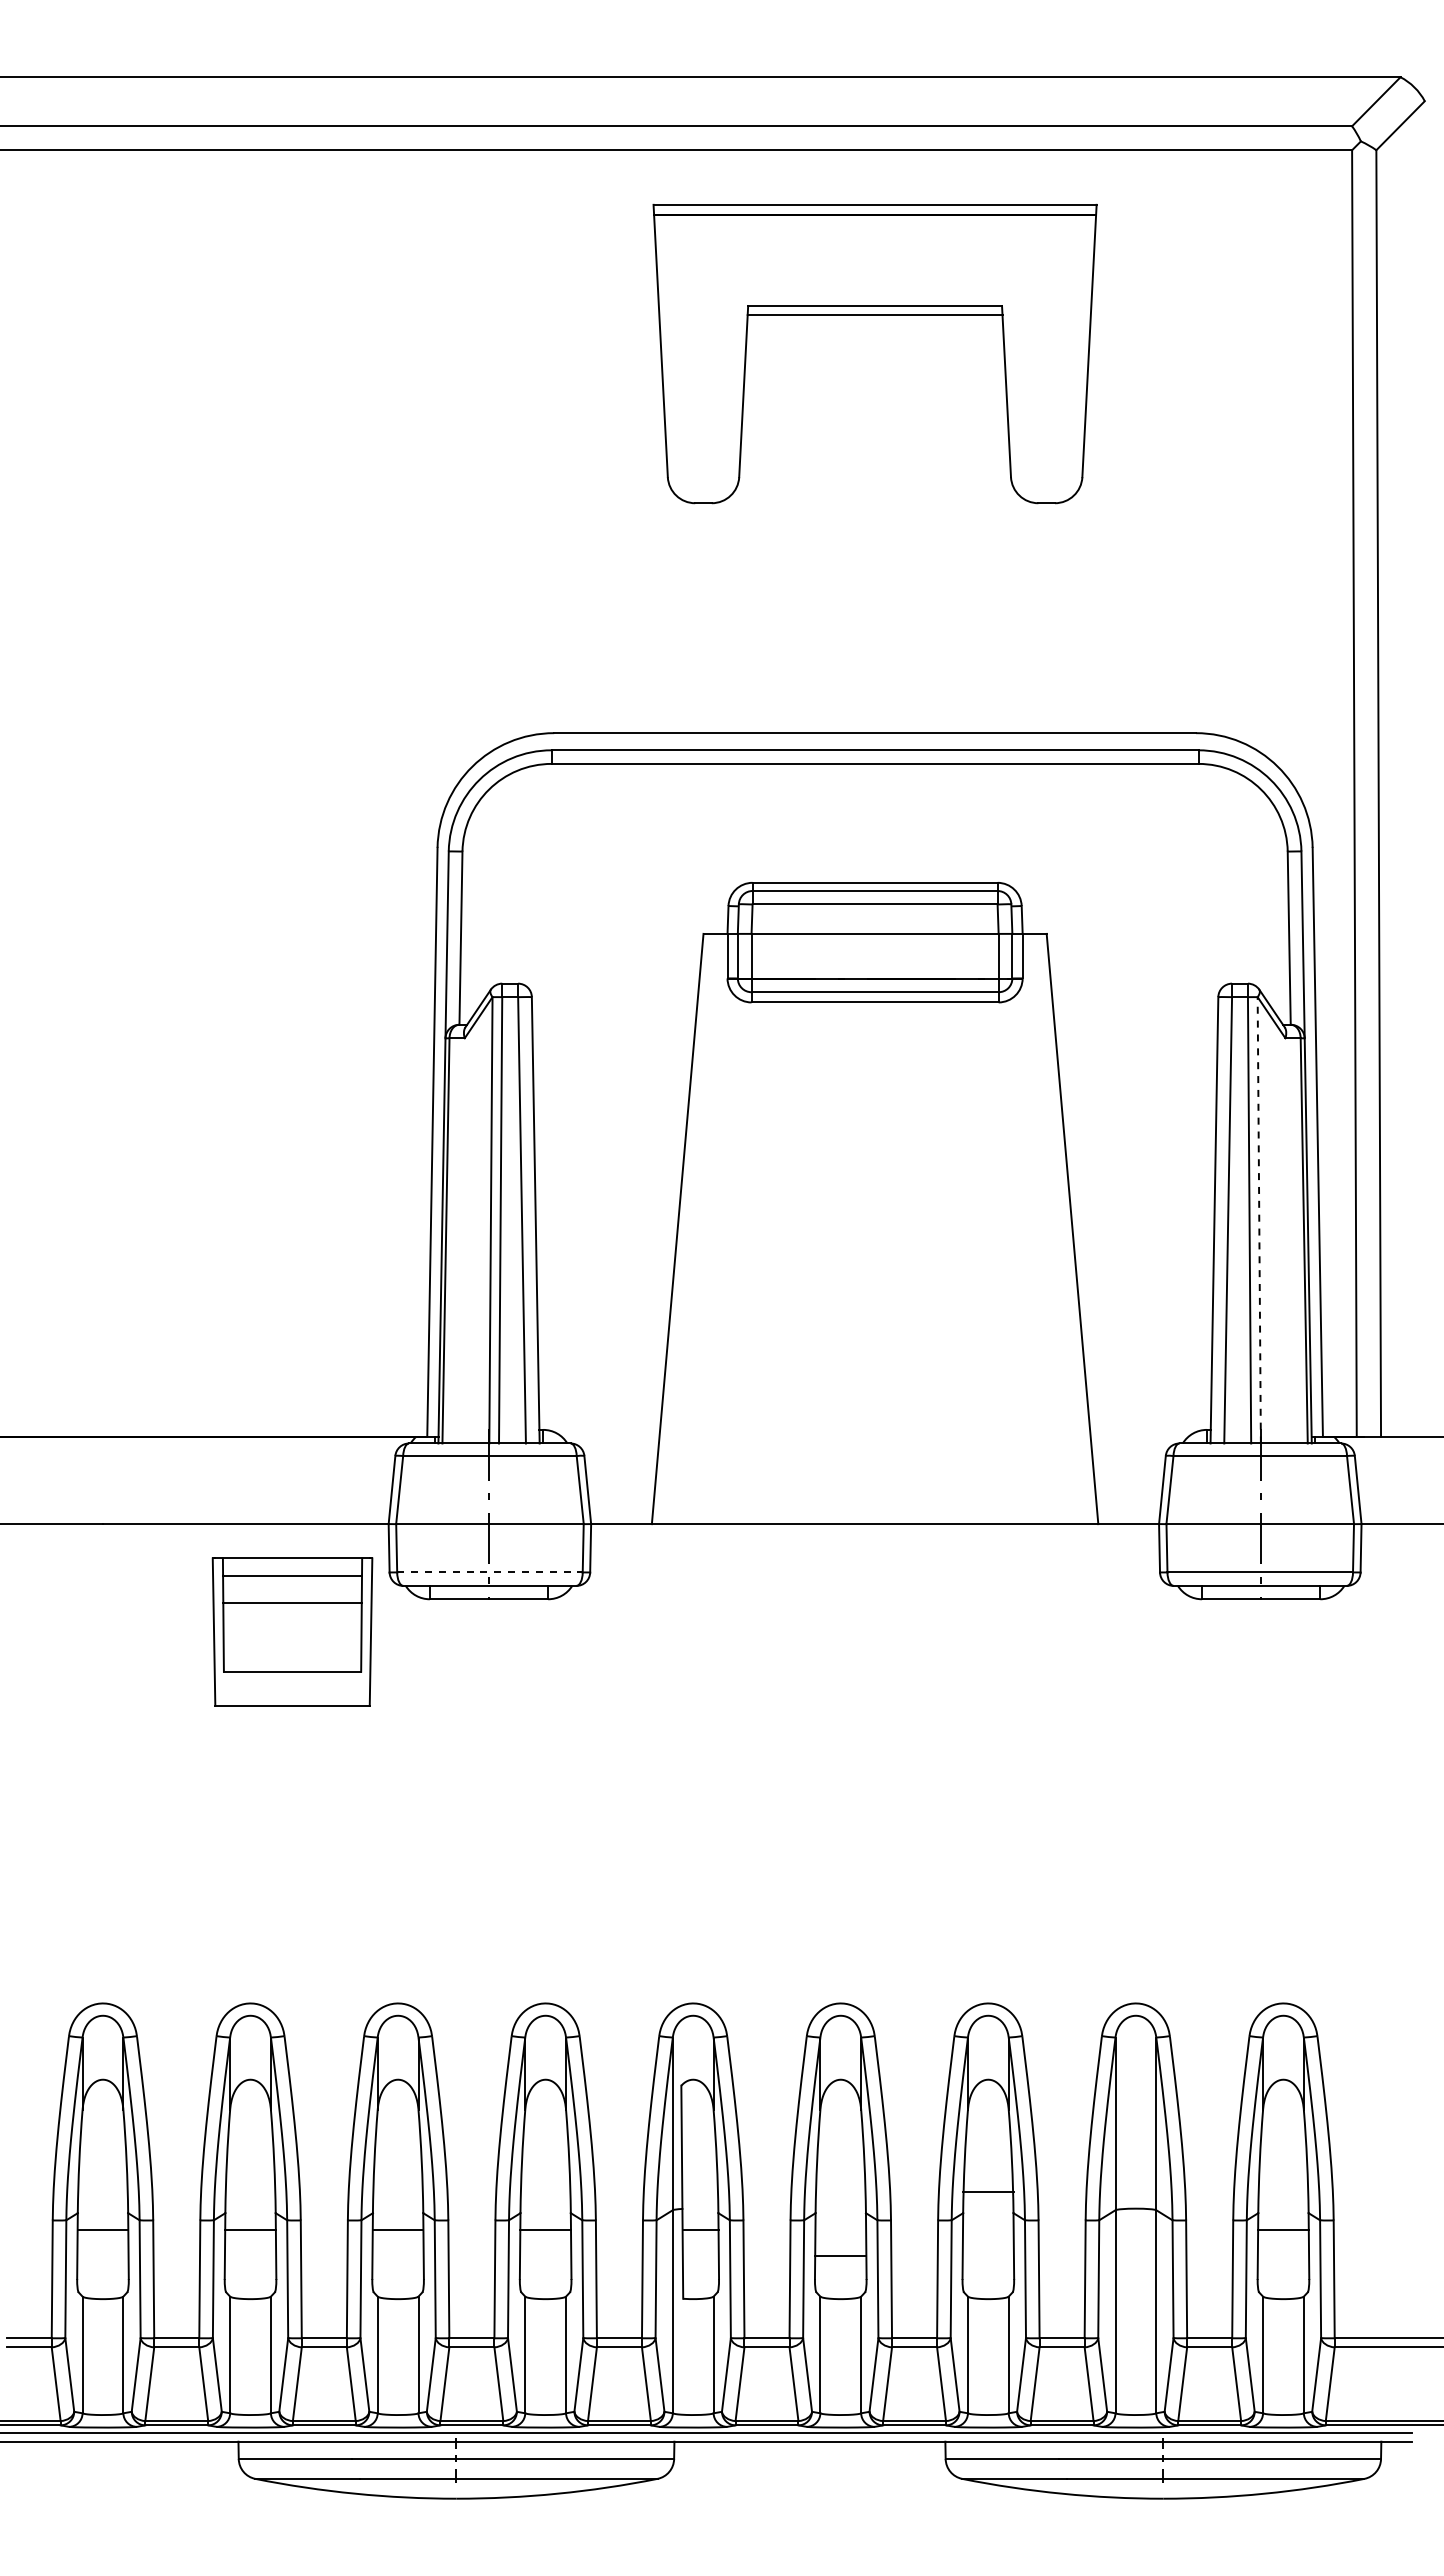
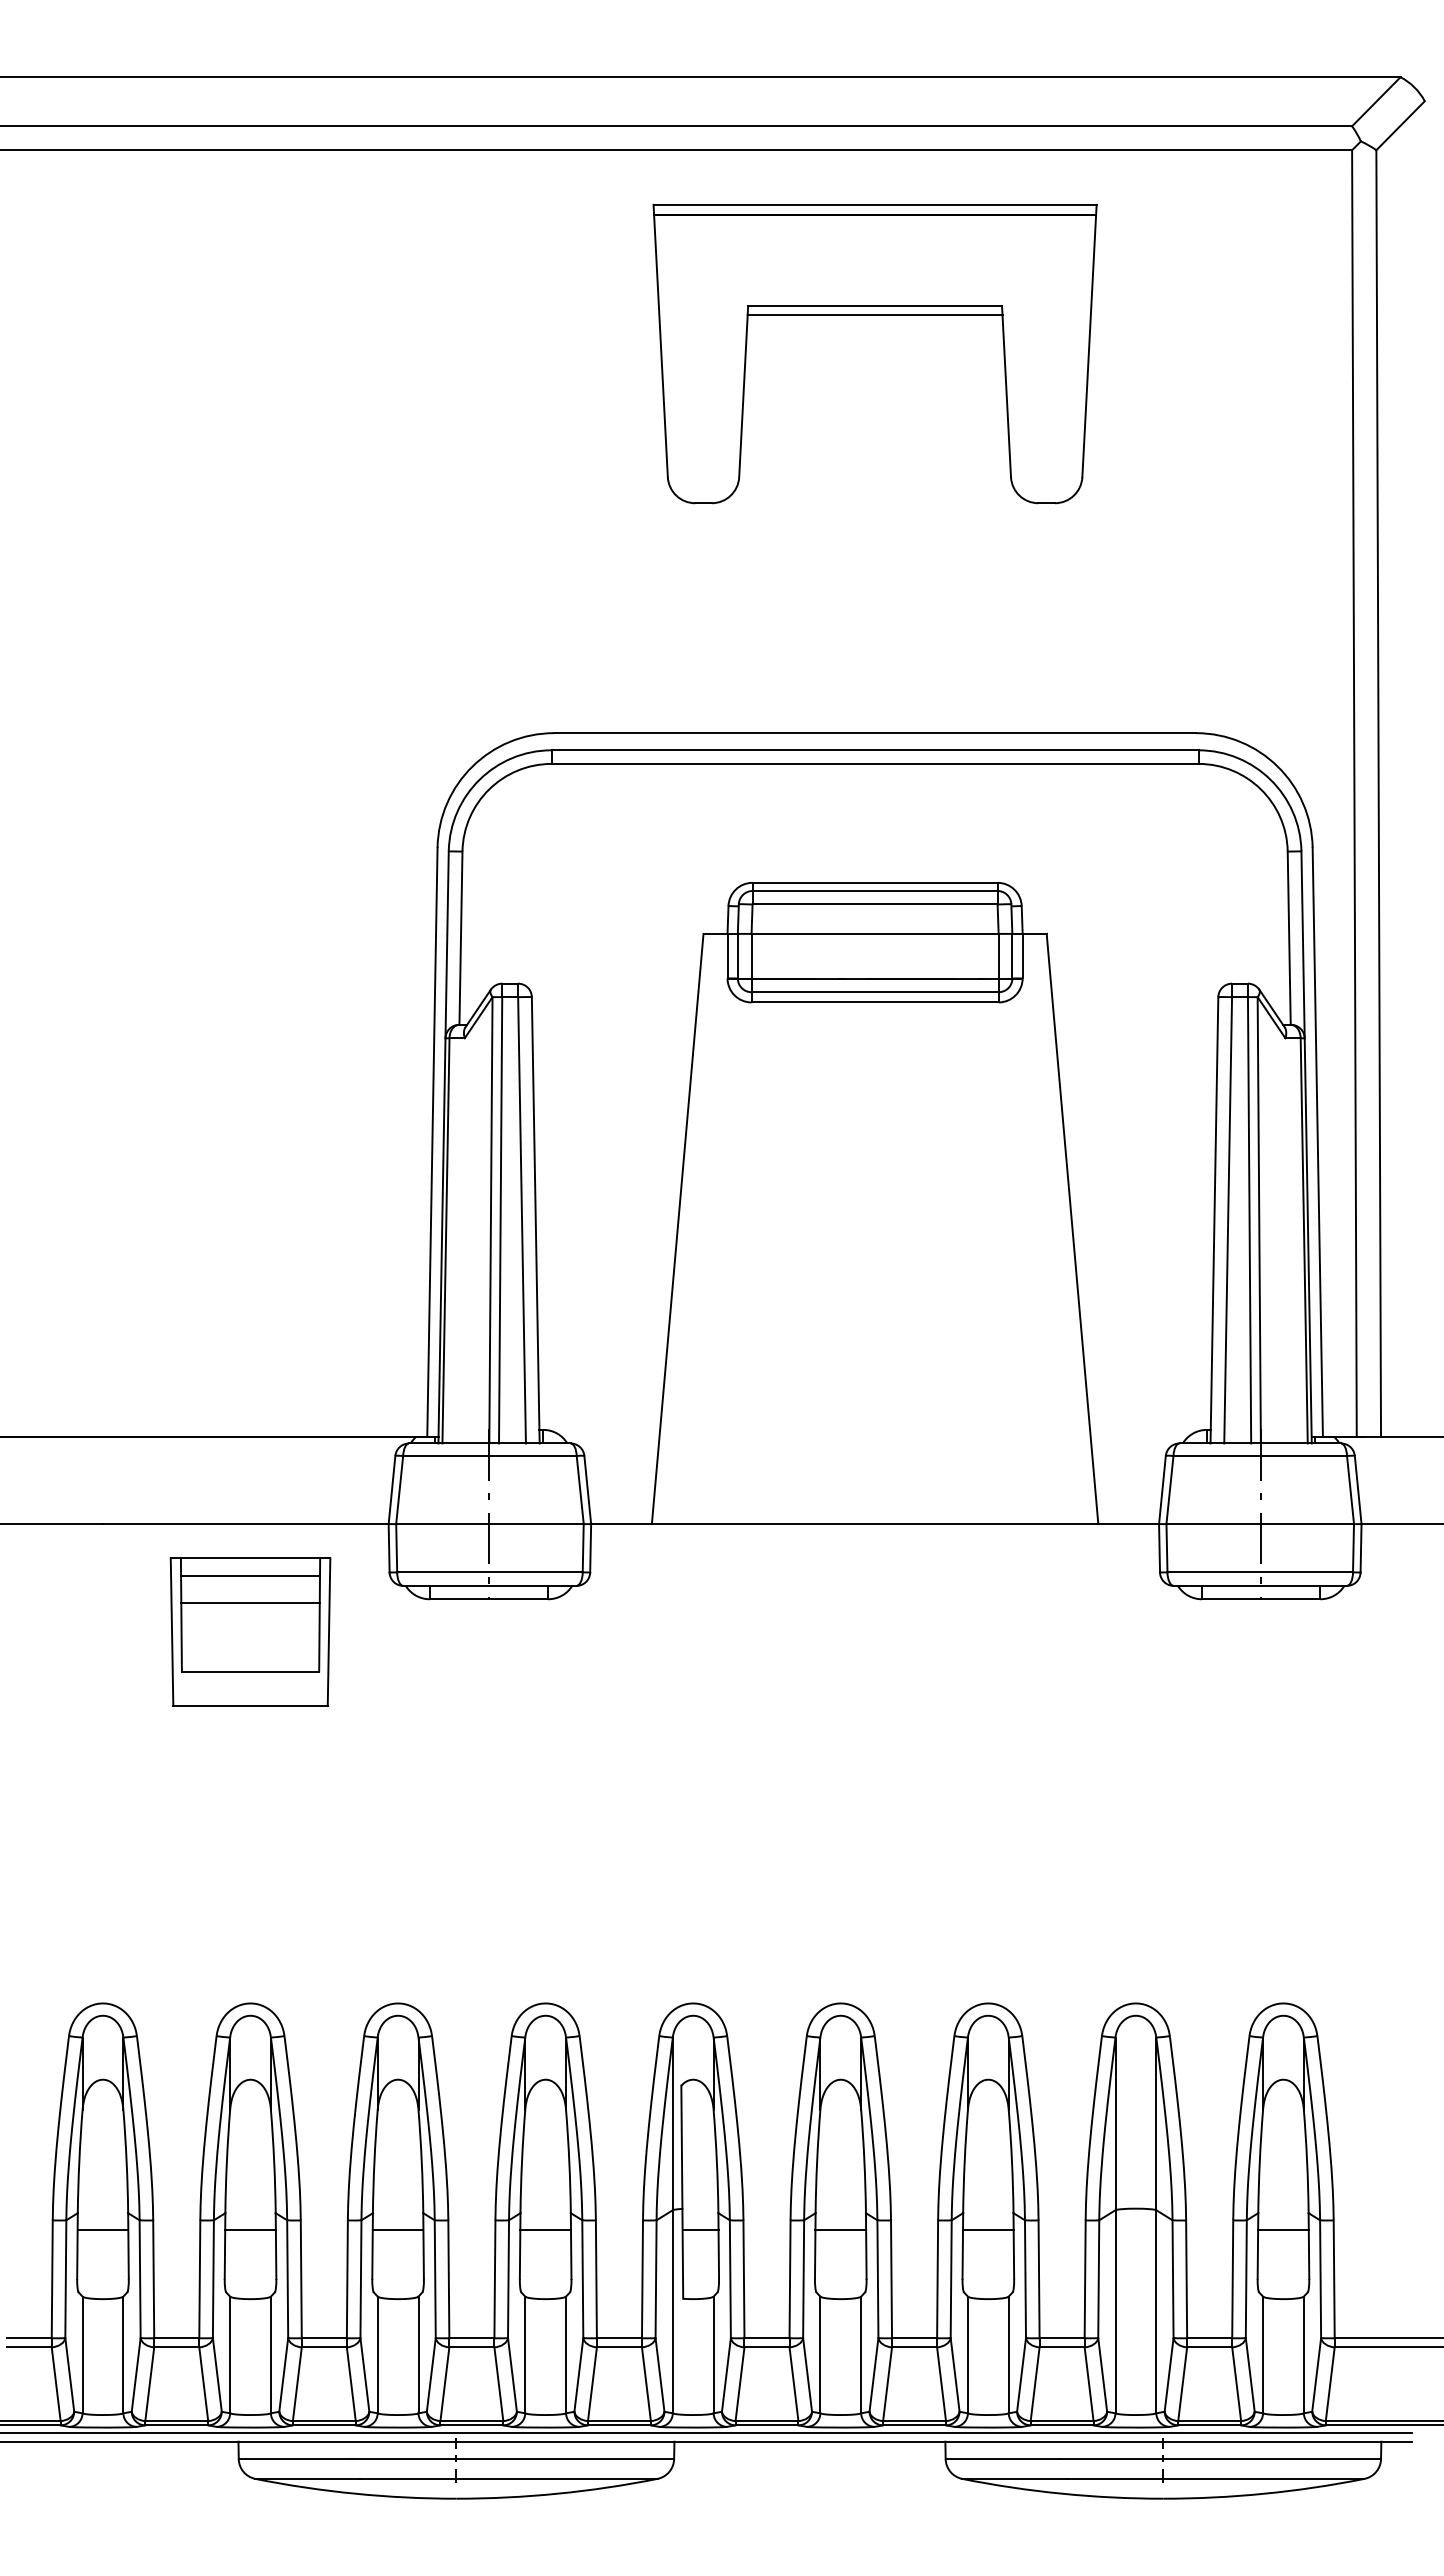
line at (1259, 1219): dashed -> solid
line at (489, 1572): dashed -> solid
part at (292, 1631) position: (292, 1631) -> (250, 1631)
line at (988, 2192) position: (988, 2192) -> (988, 2230)
line at (840, 2256) position: (840, 2256) -> (840, 2230)
